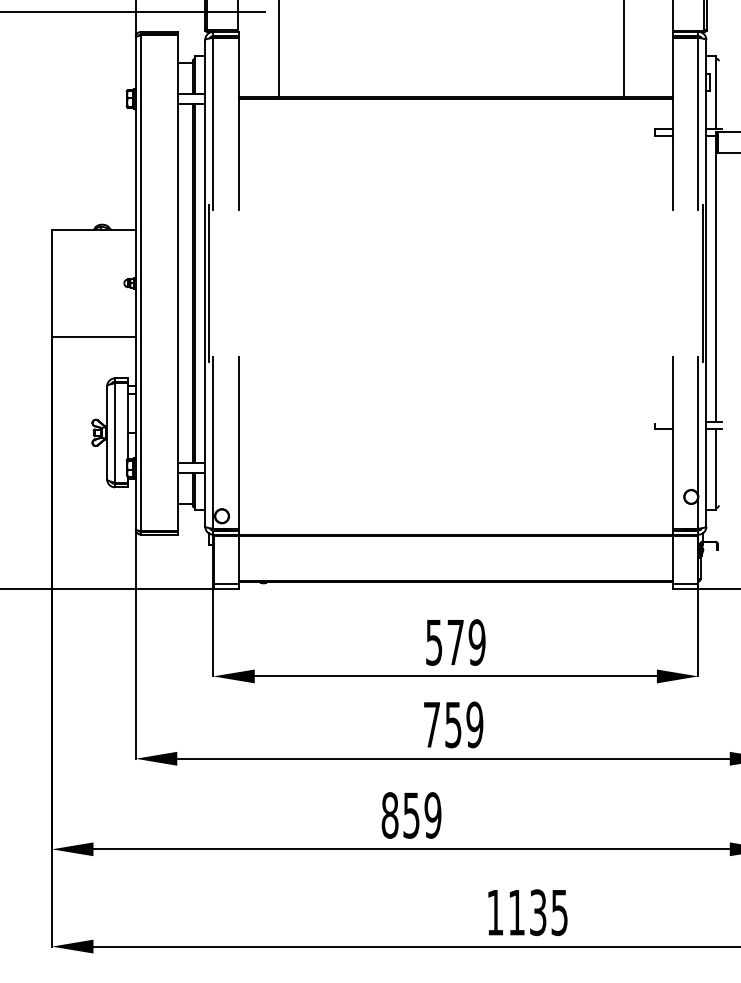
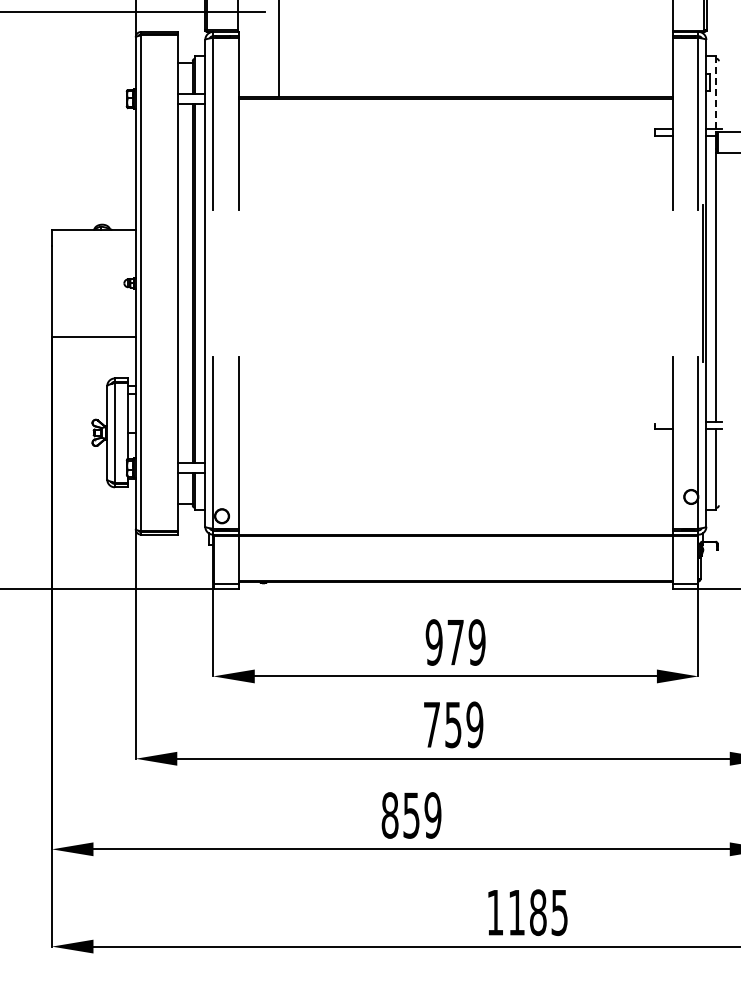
line at (624, 48): present -> none
line at (716, 93): solid -> dashed
line at (208, 283): present -> none
text at (433, 642): 579 -> 979
text at (538, 912): 1135 -> 1185
